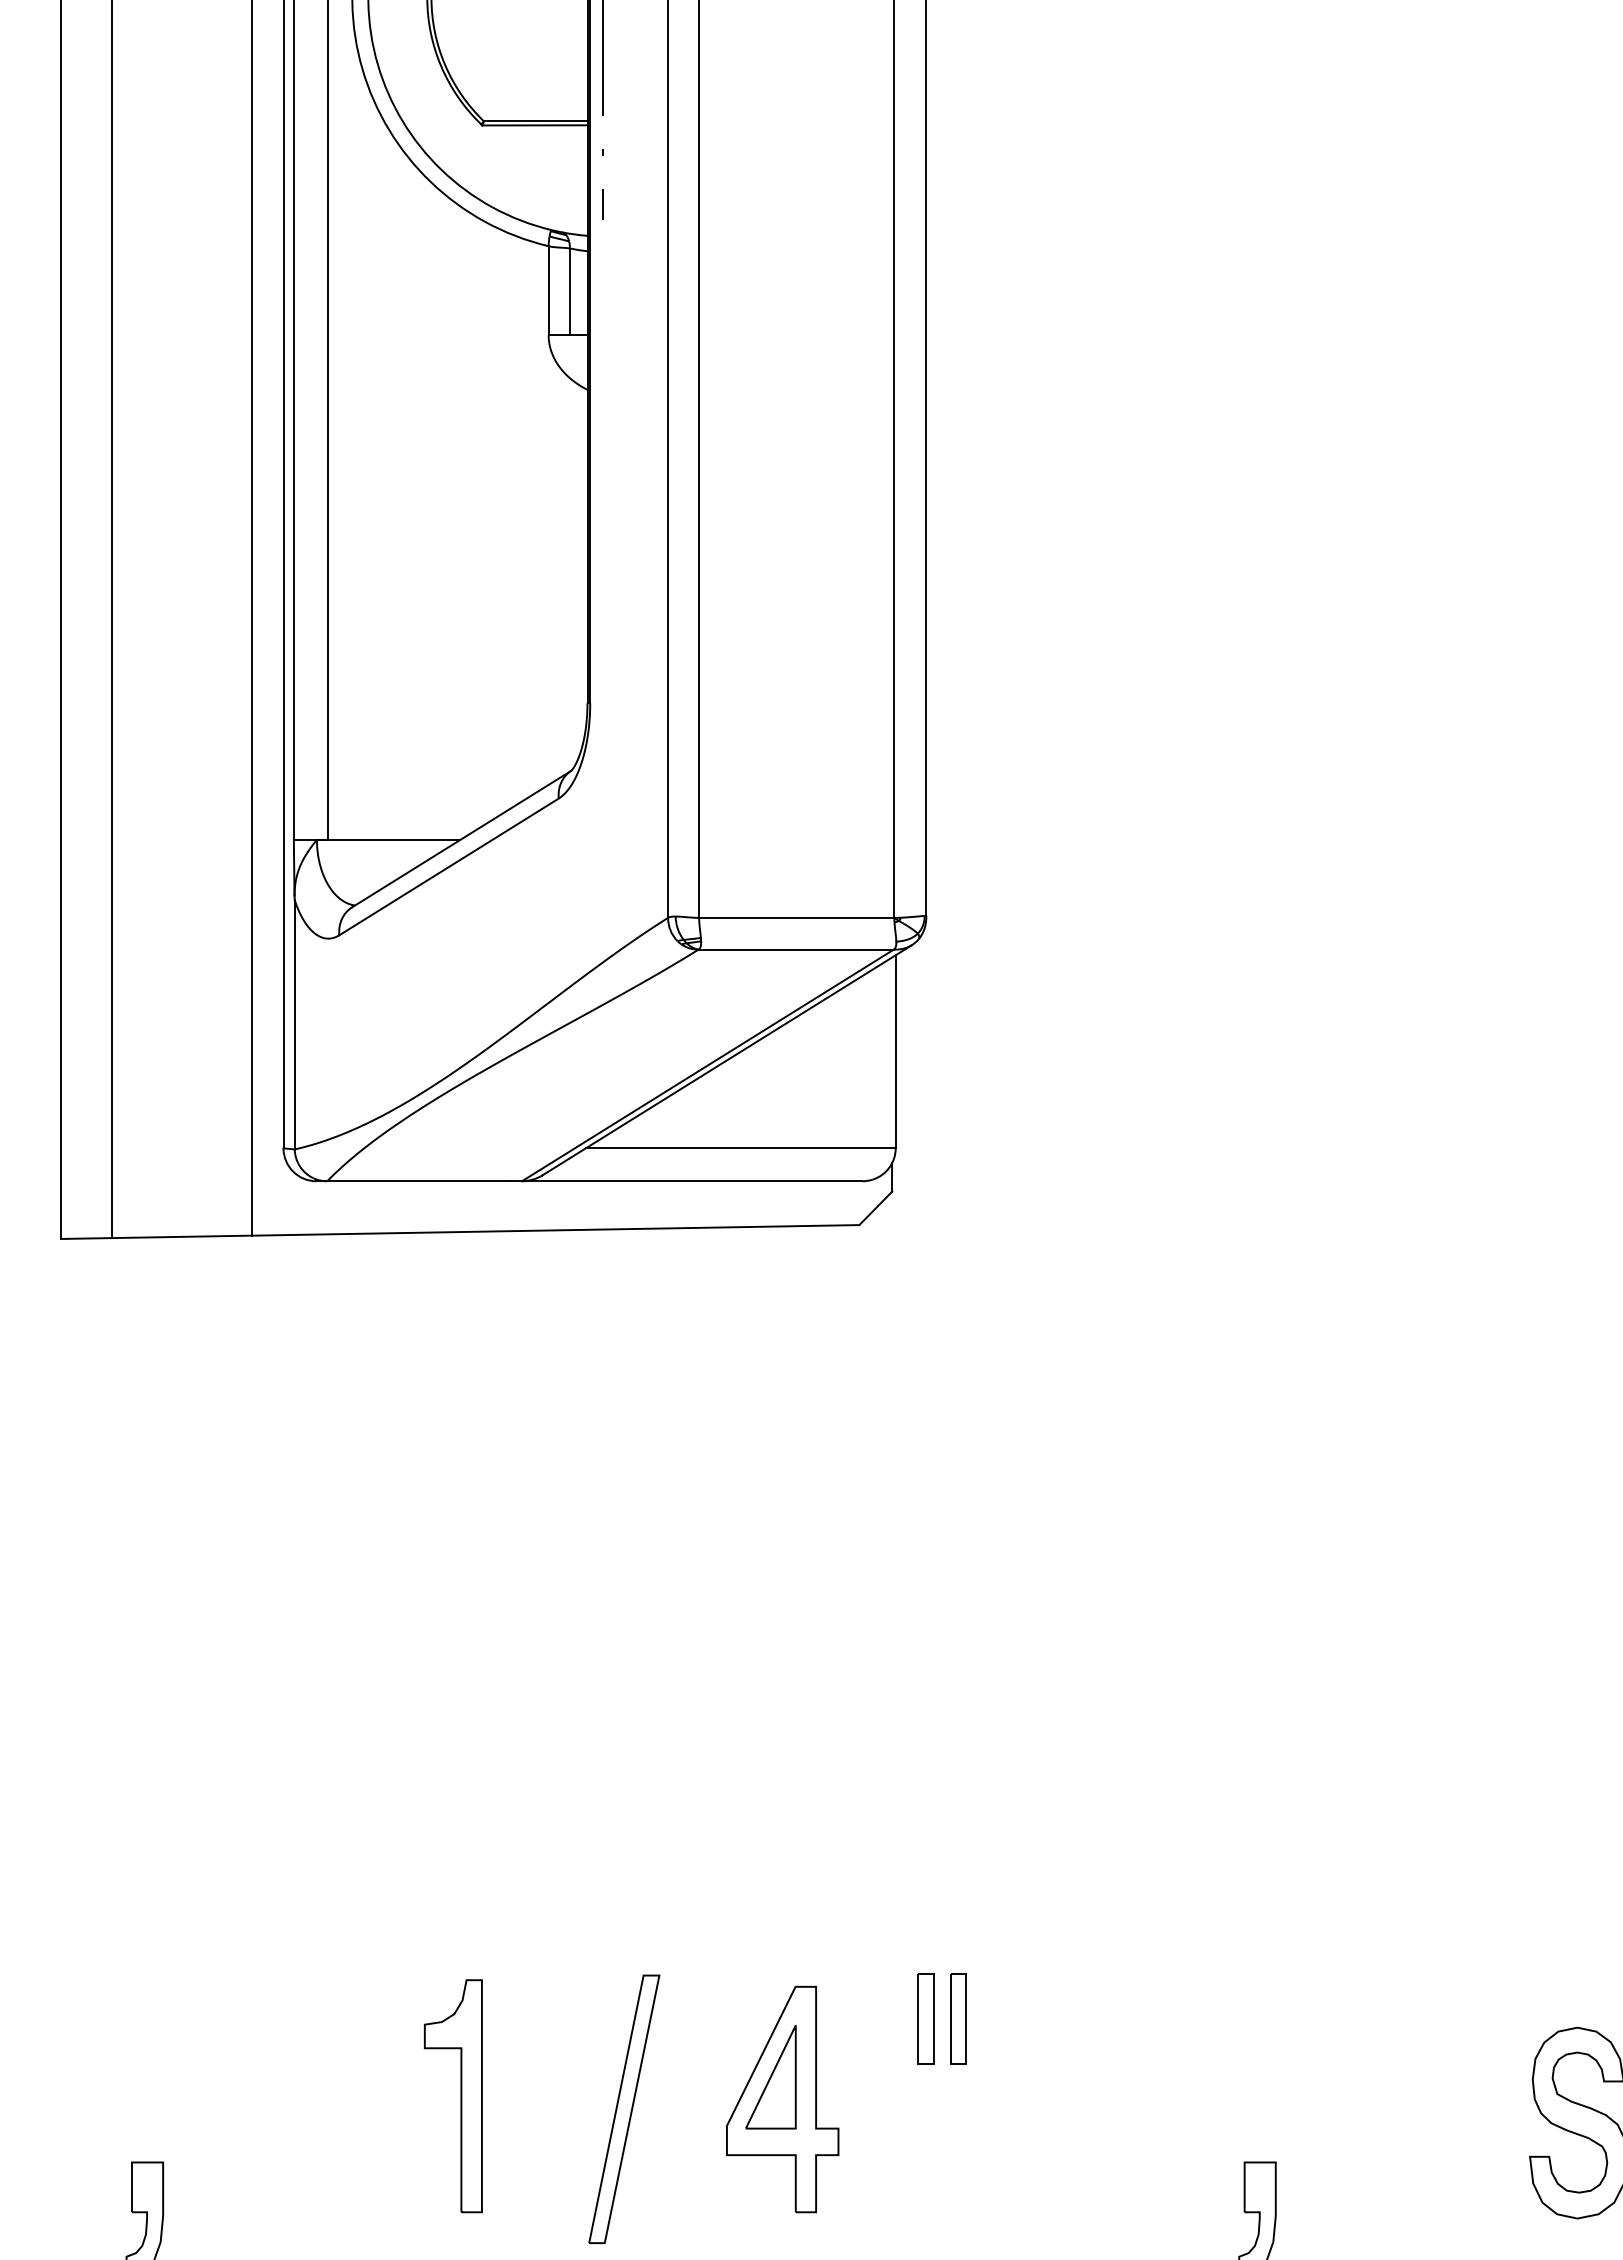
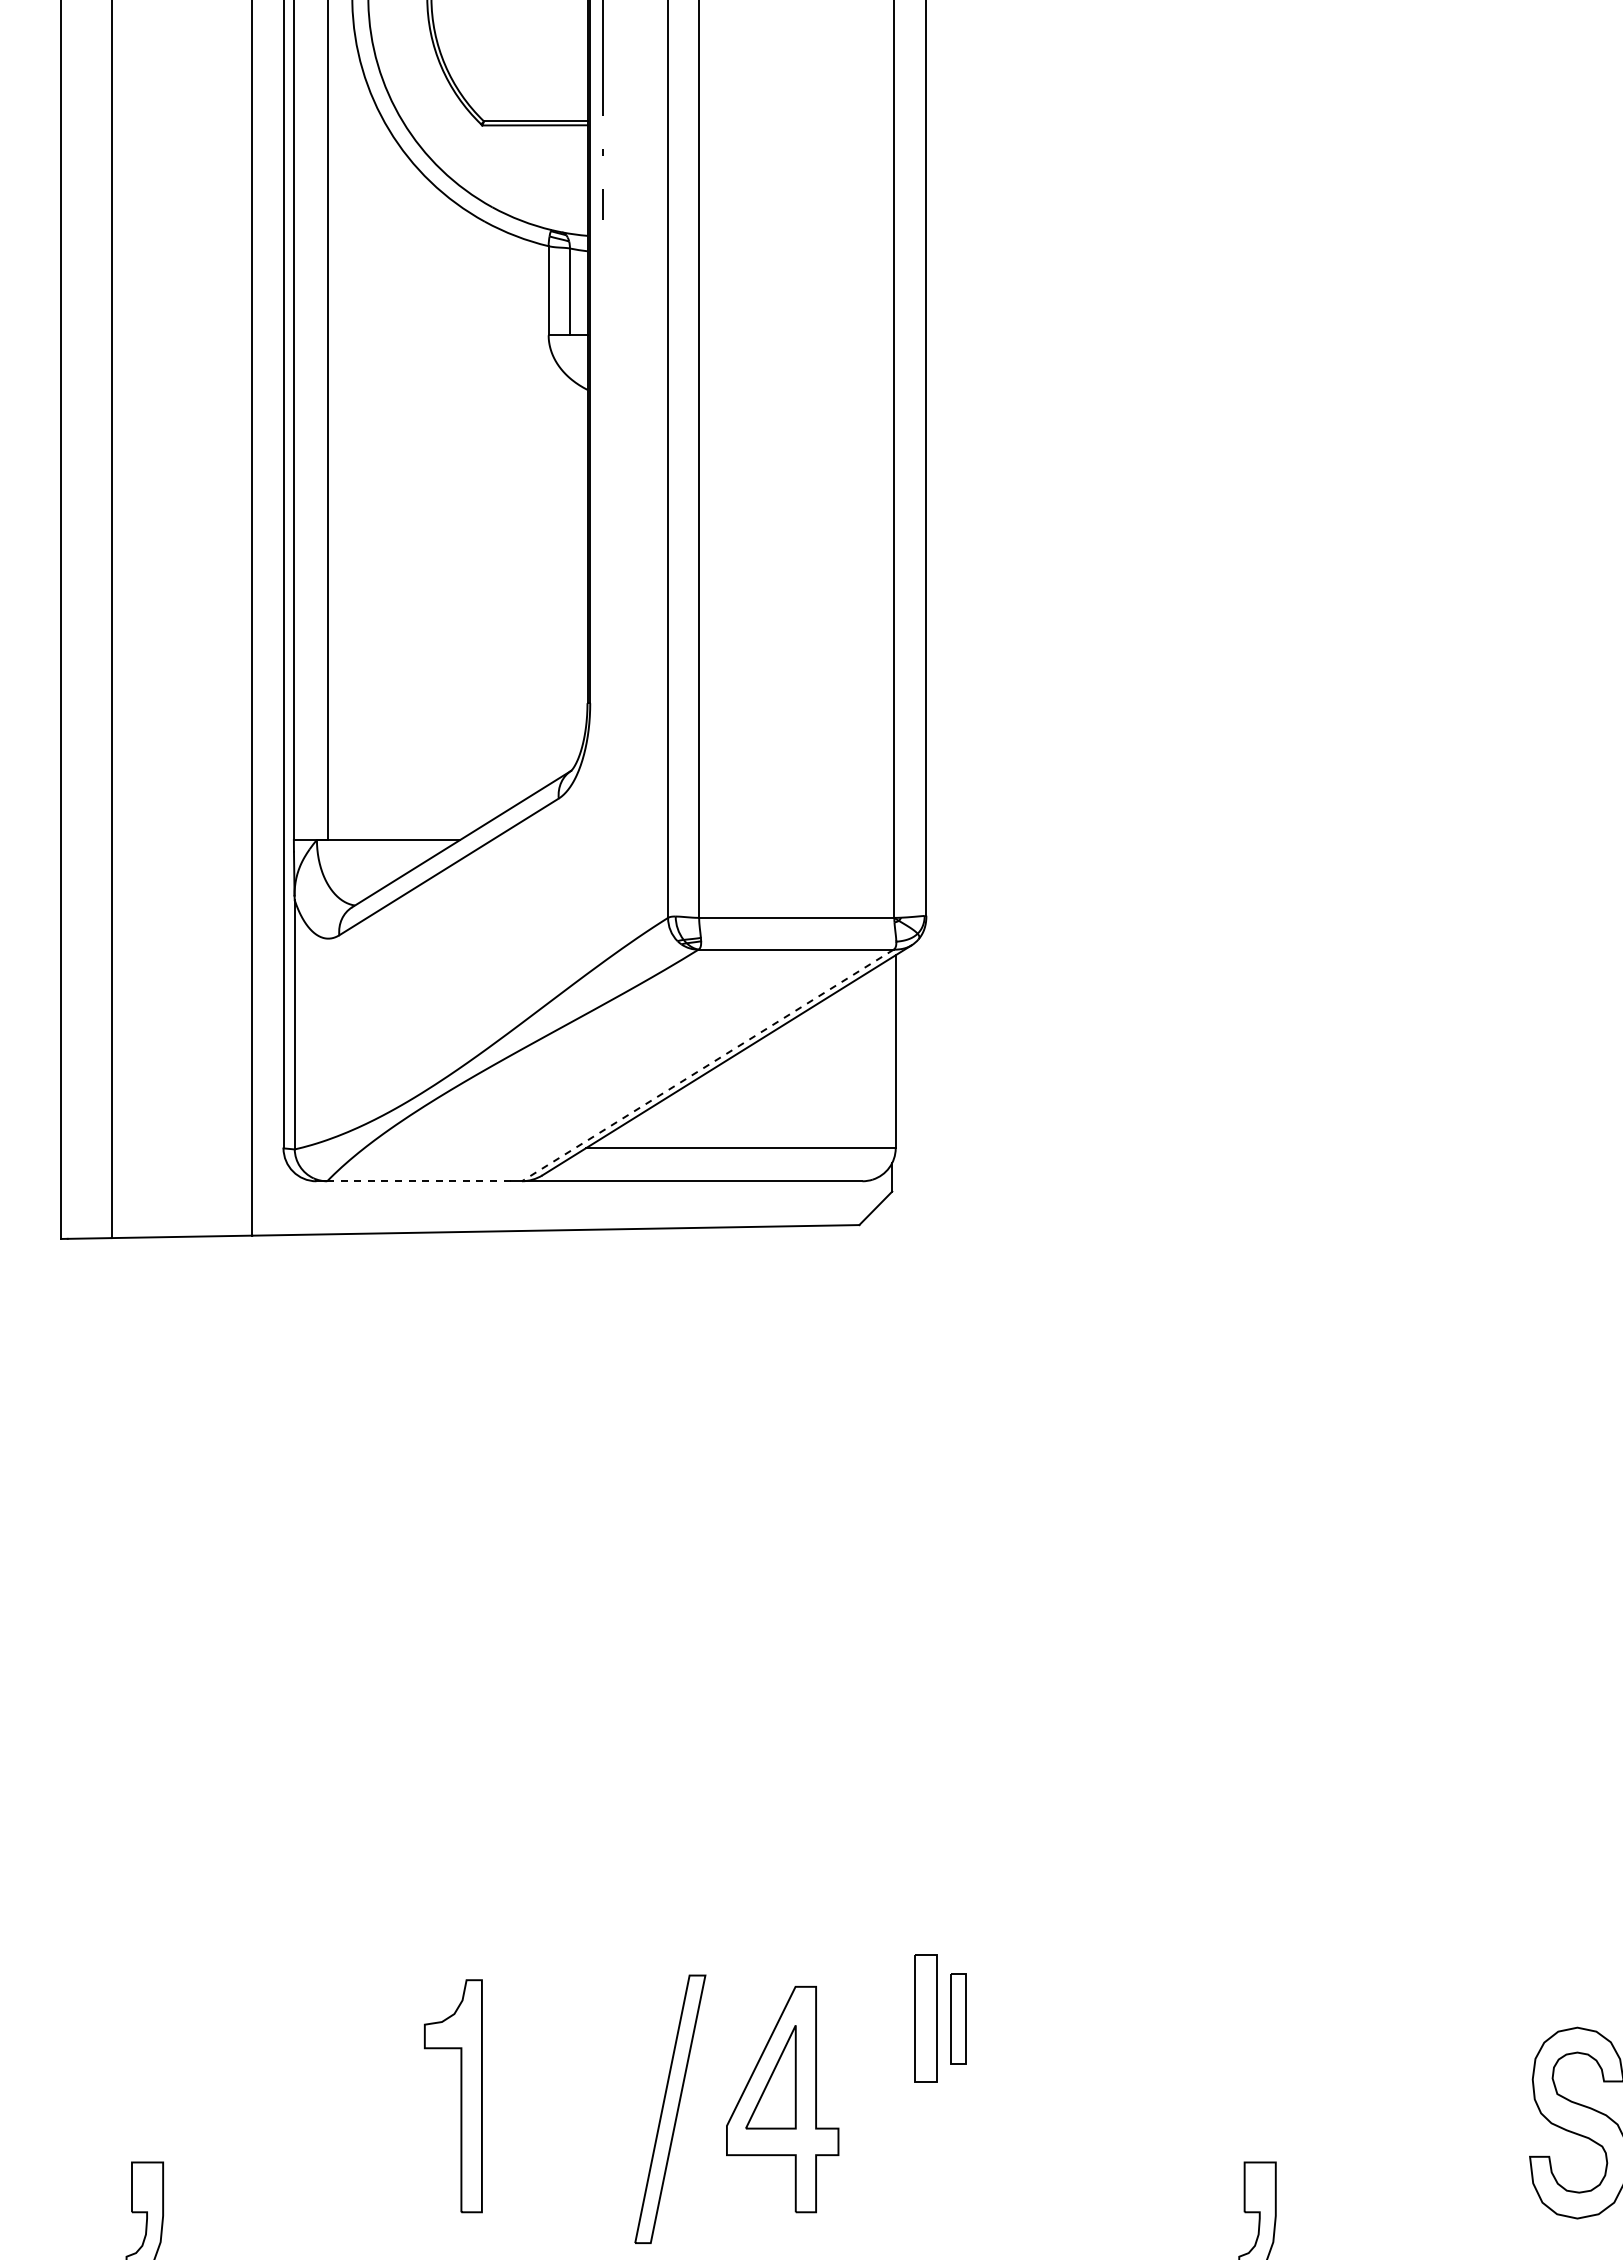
line at (707, 1065): solid -> dashed
line at (418, 1181): solid -> dashed
part at (925, 2018) size: 18x92 px -> 24x129 px
part at (624, 2108) position: (624, 2108) -> (670, 2108)
